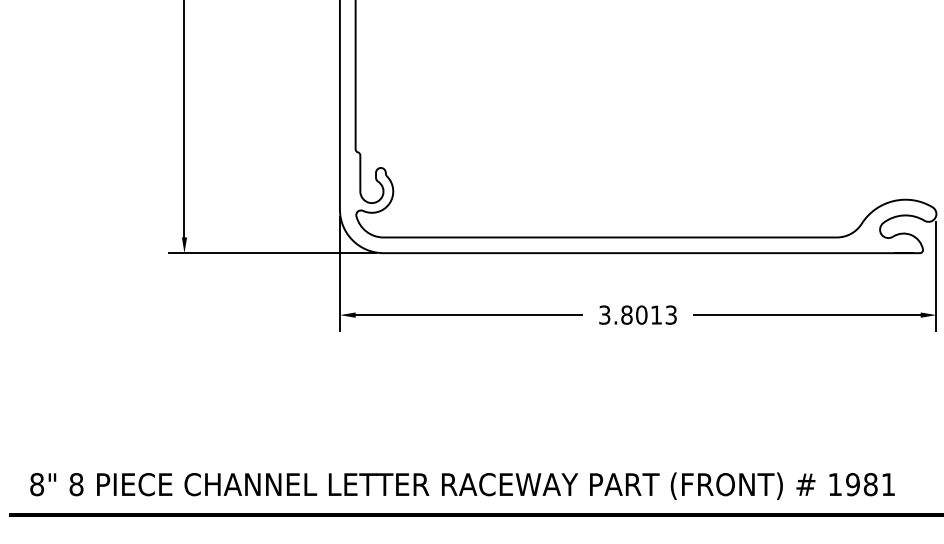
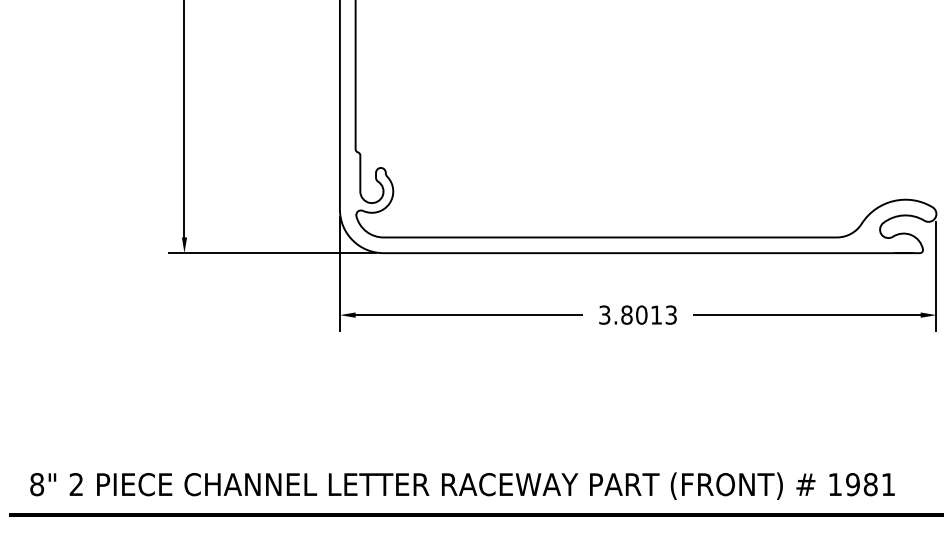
text at (76, 484): 8 -> 2
